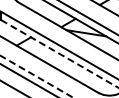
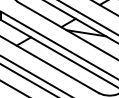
line at (59, 54): dashed -> solid
line at (37, 76): dashed -> solid
